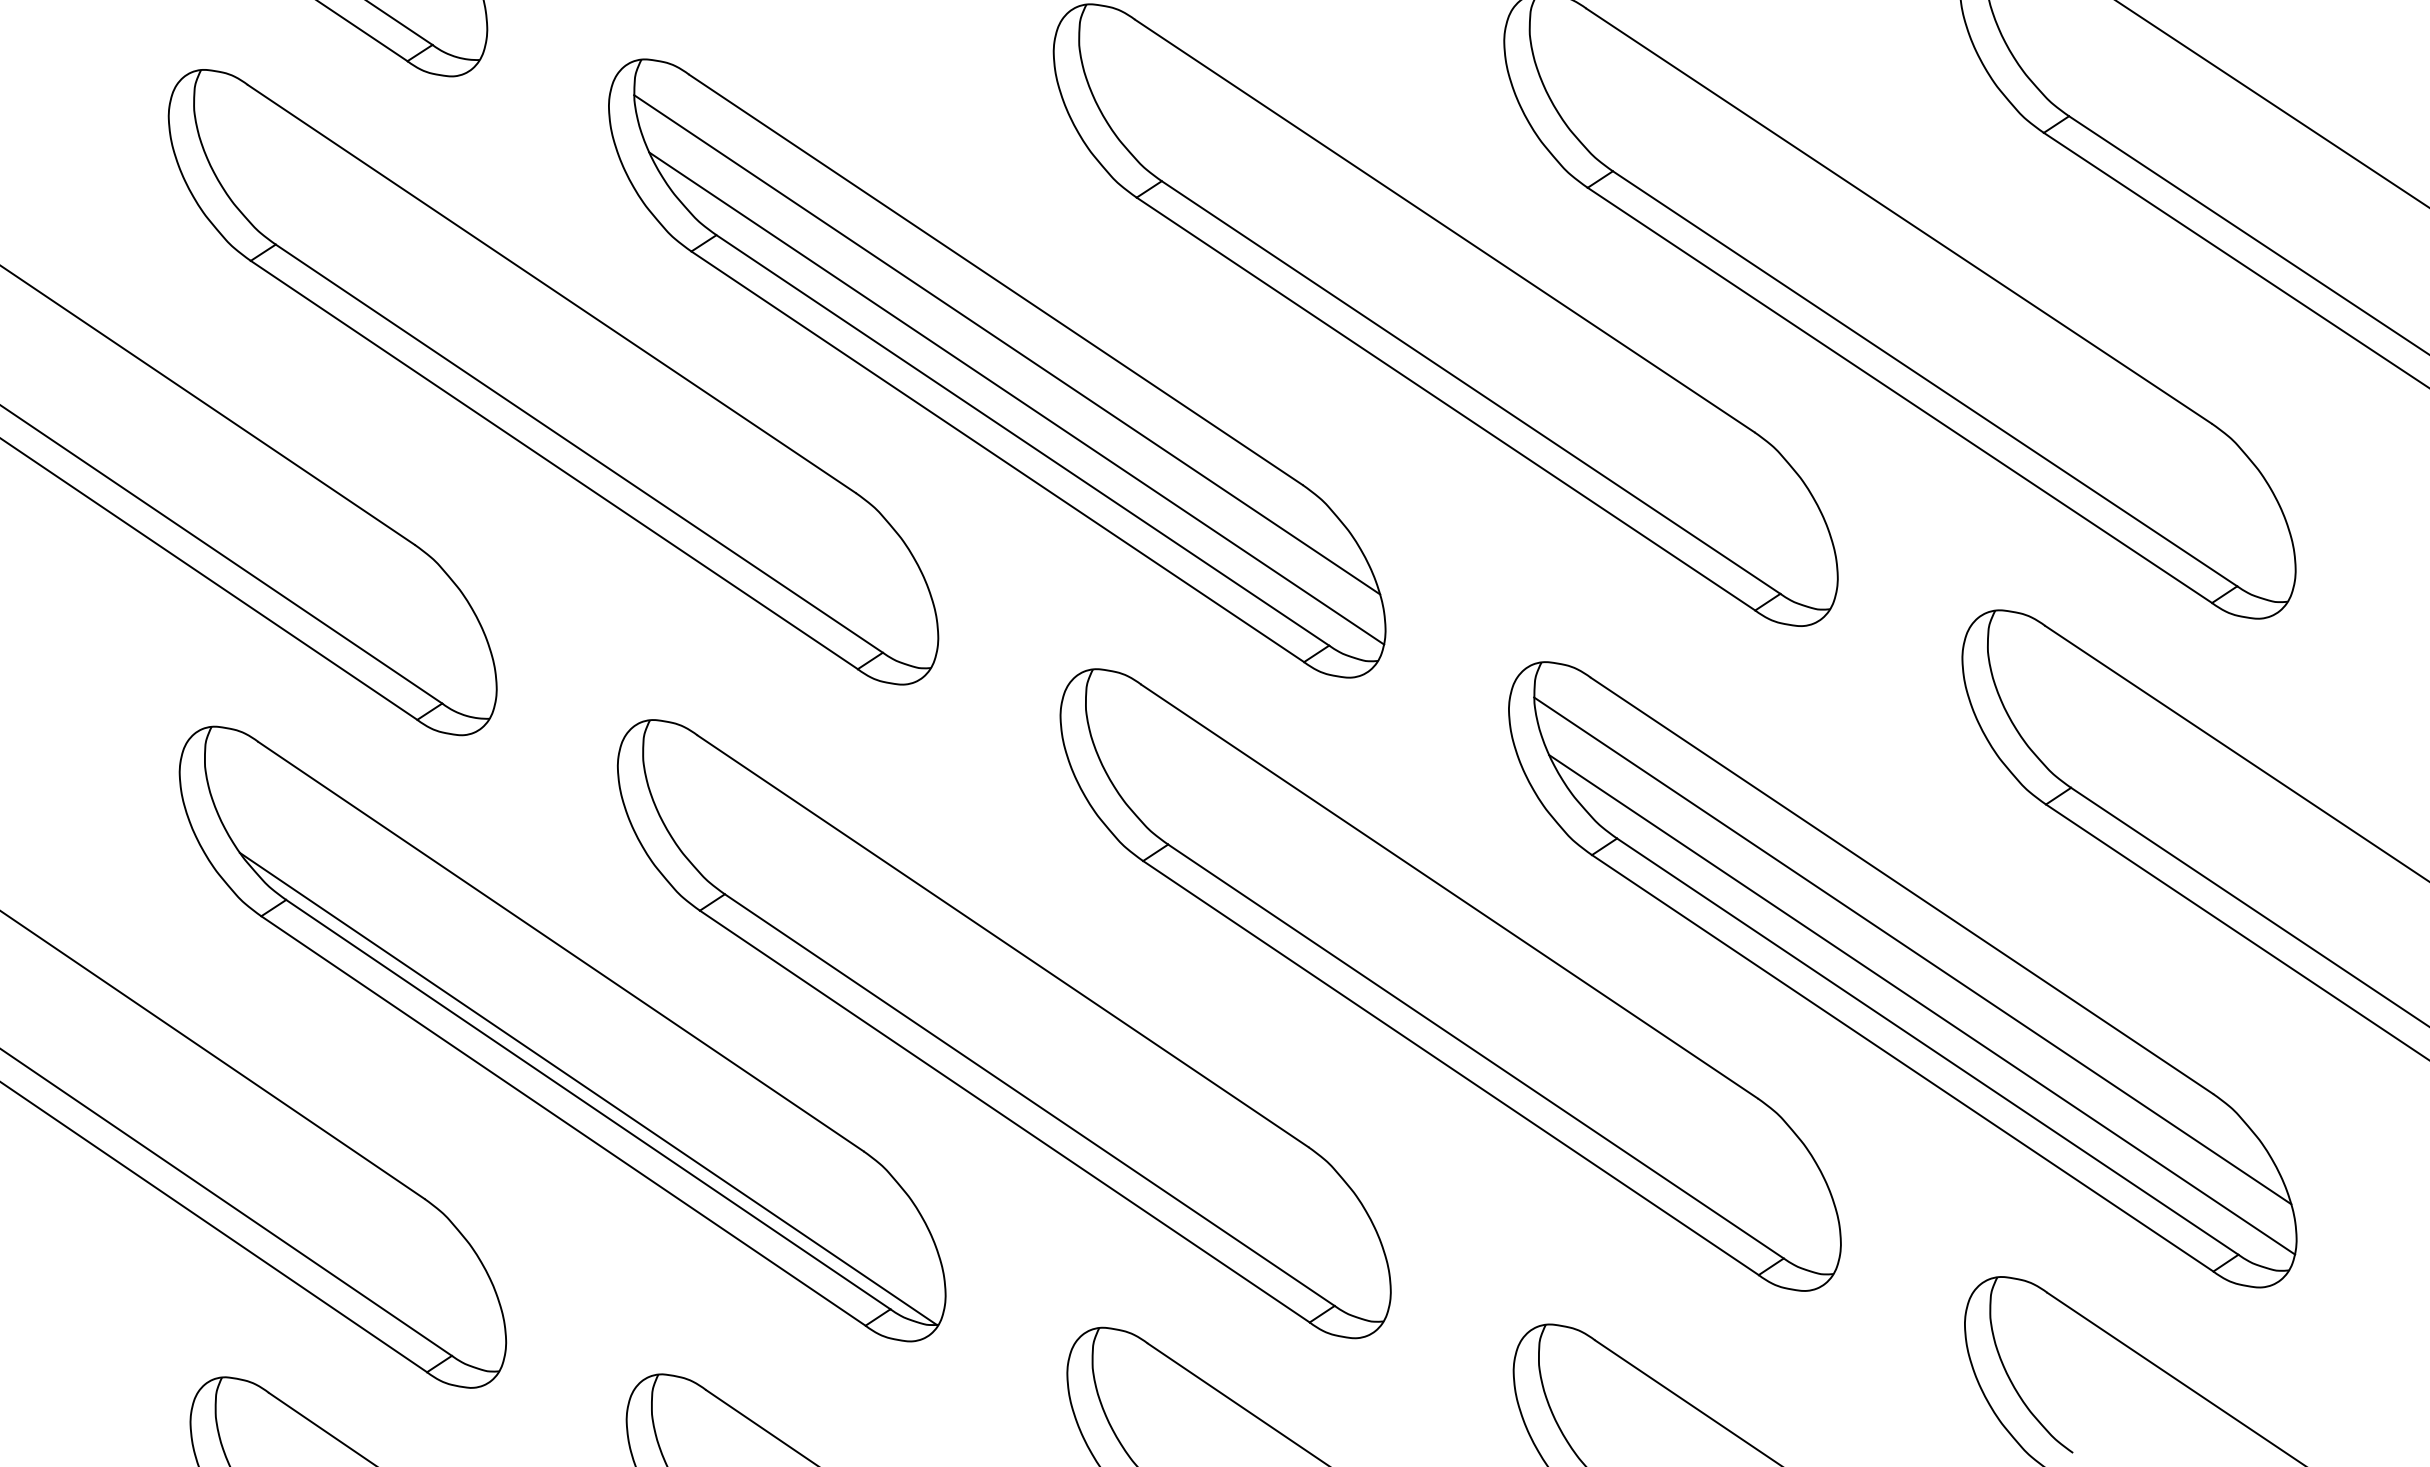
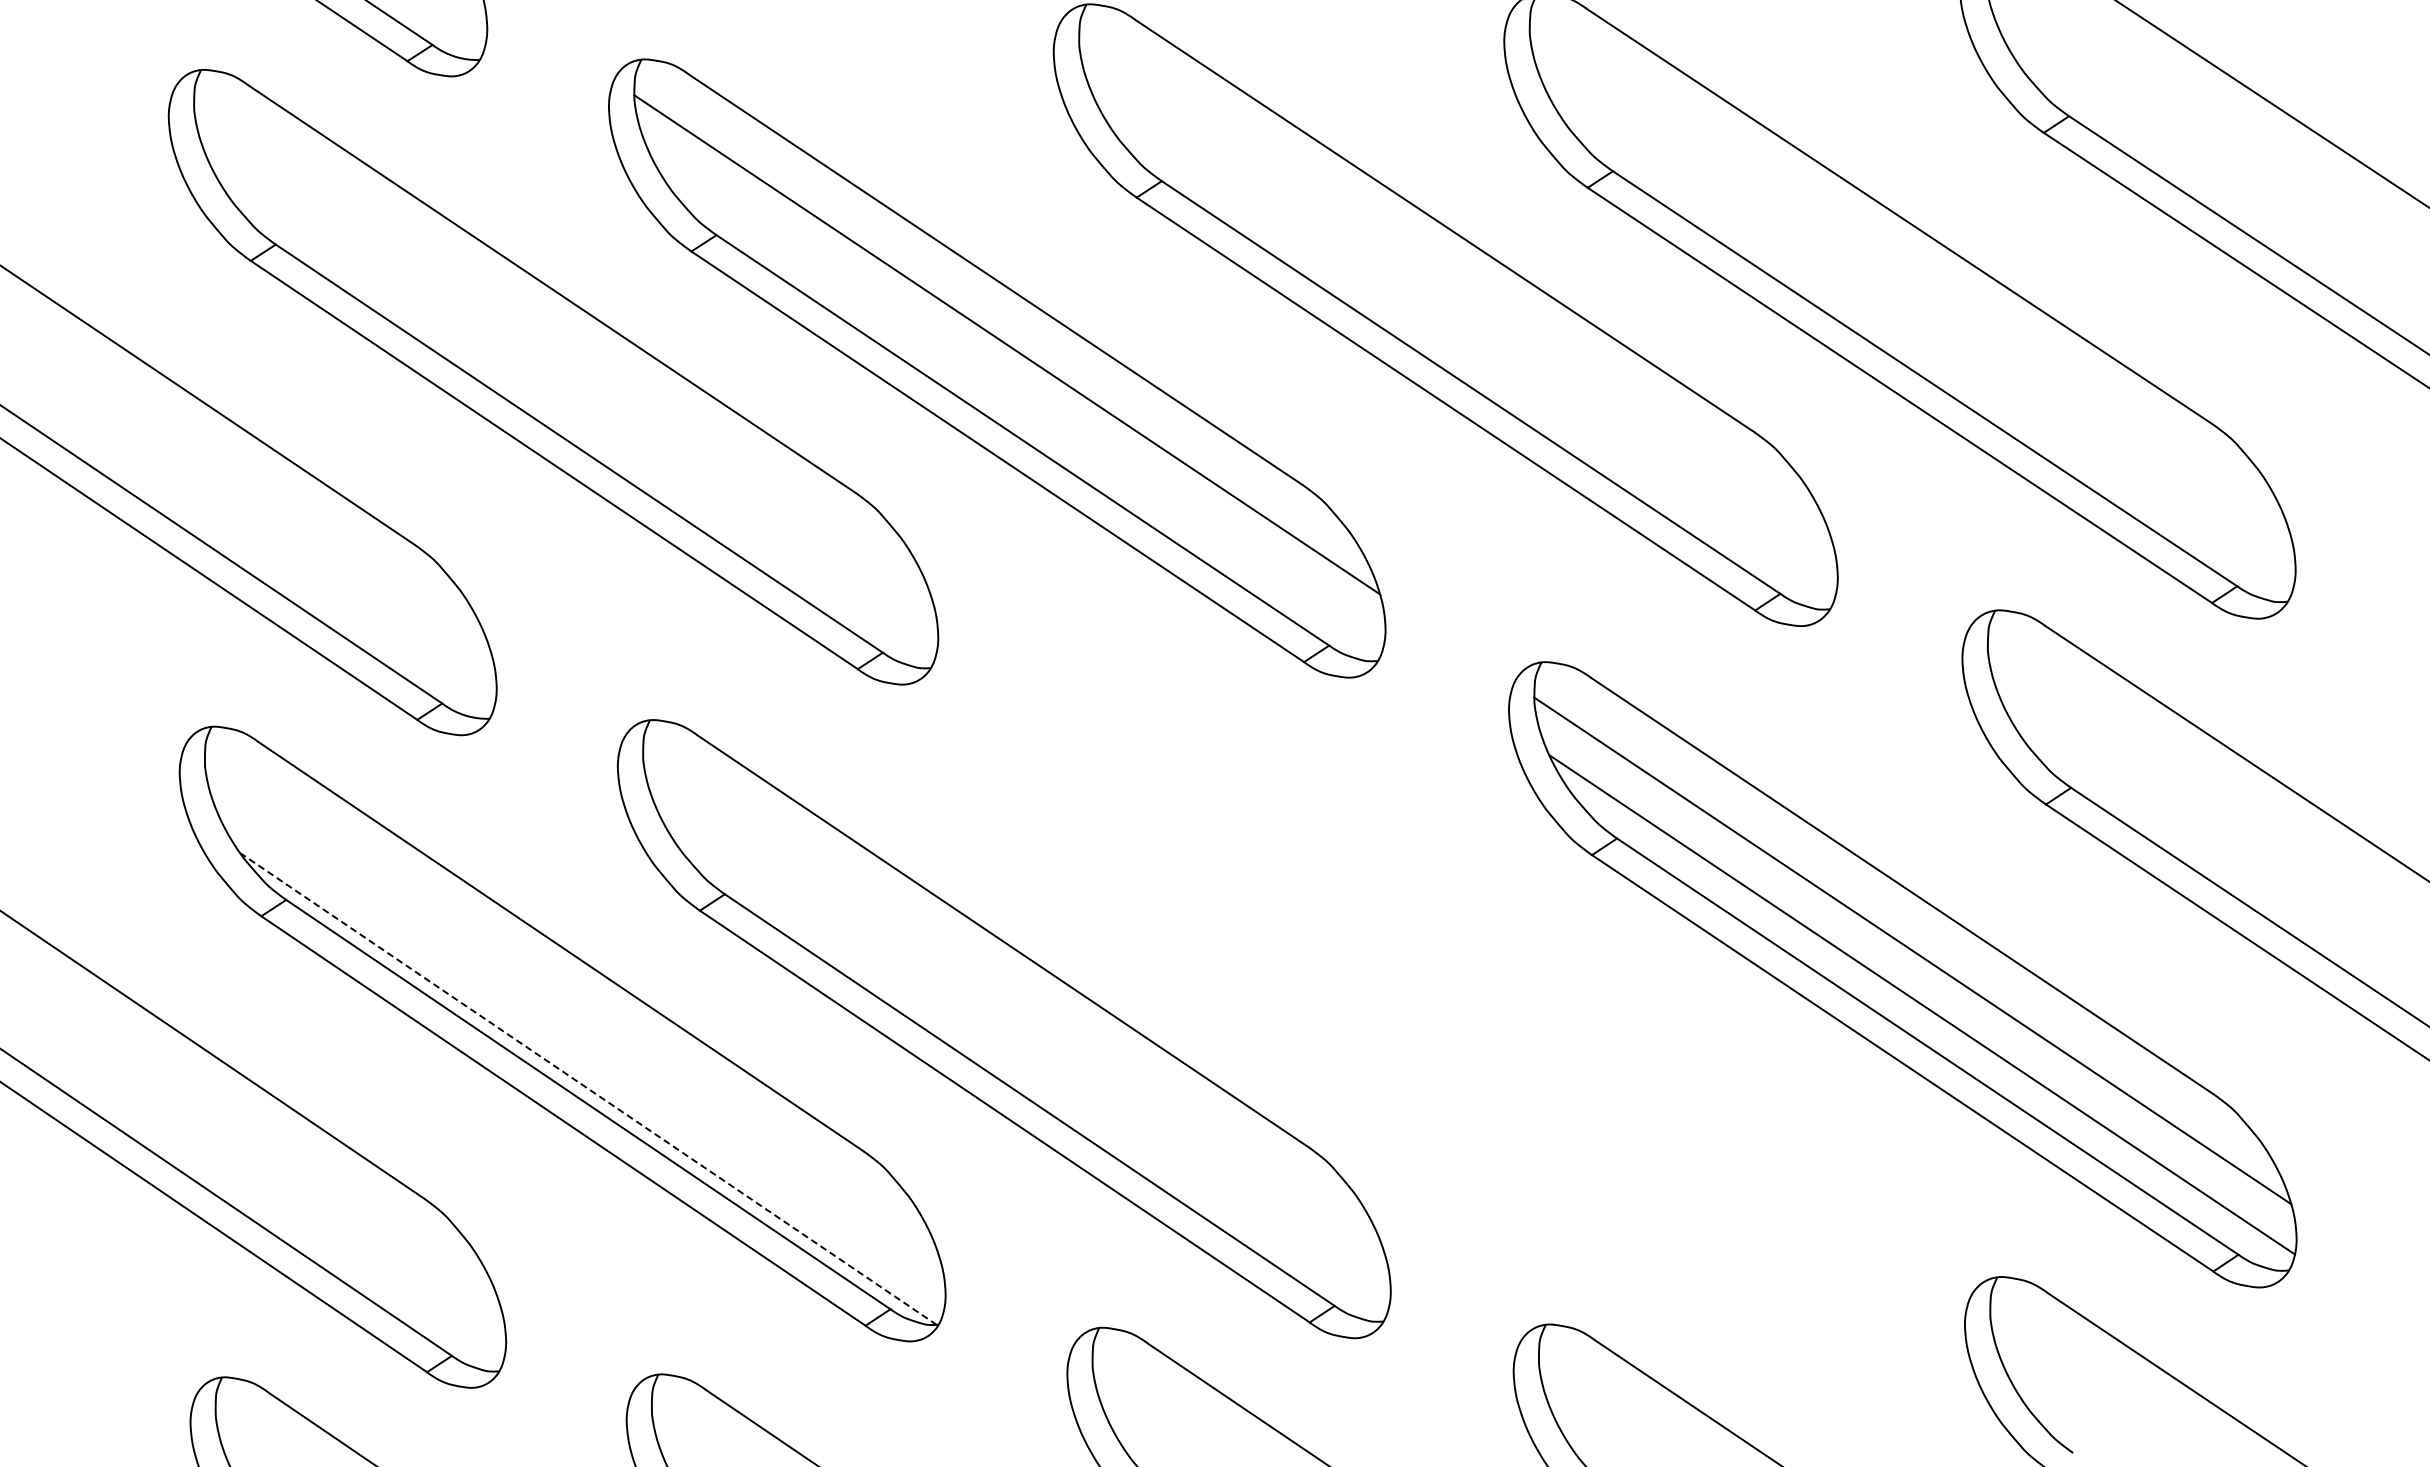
line at (1016, 398): present -> none
part at (1450, 979): present -> none
line at (588, 1088): solid -> dashed
